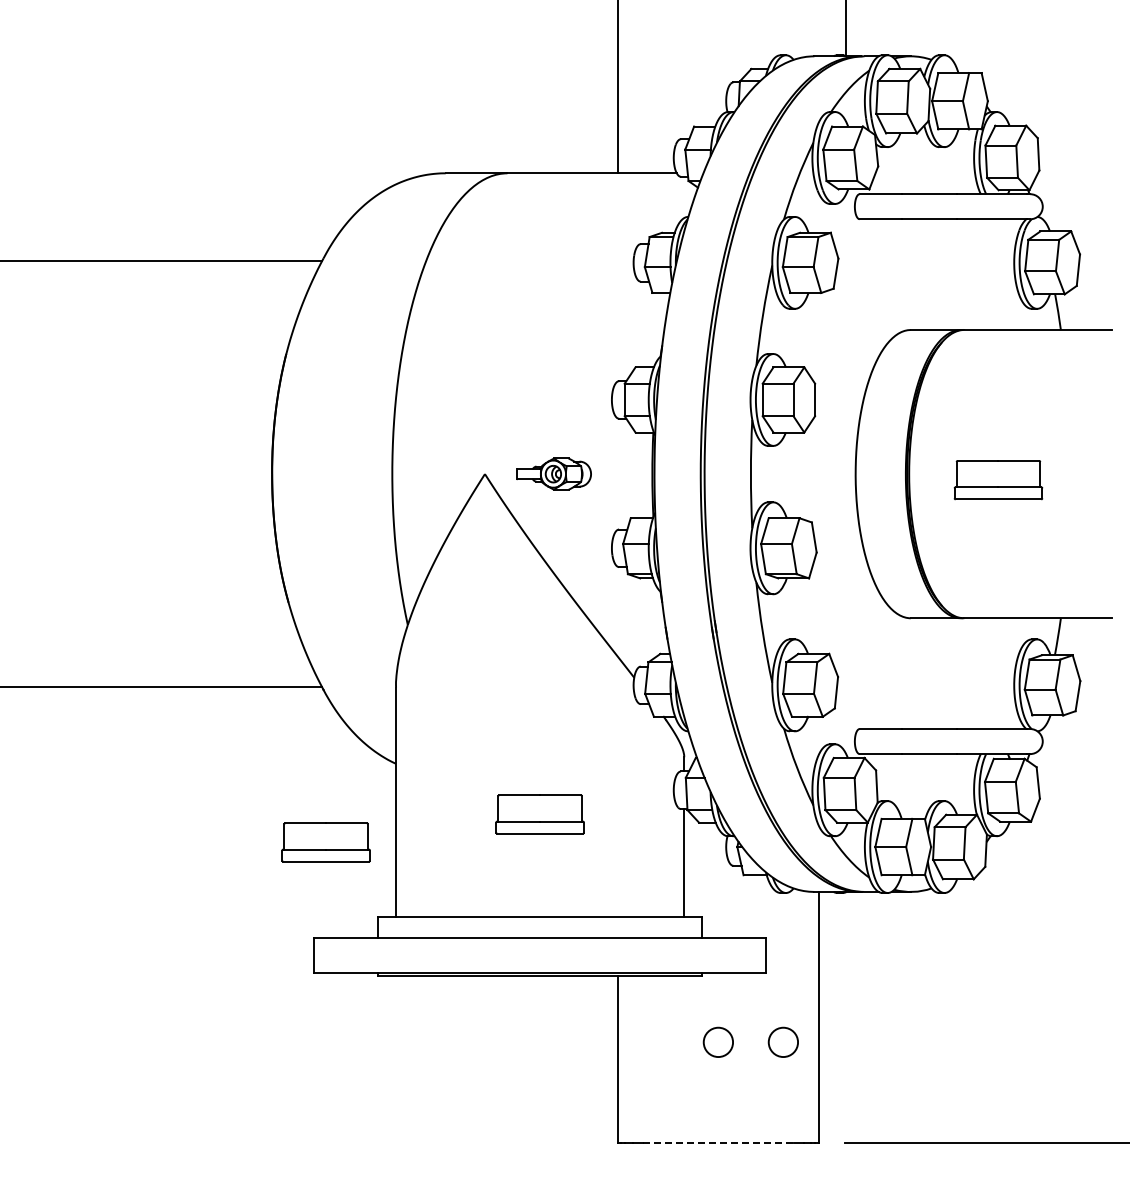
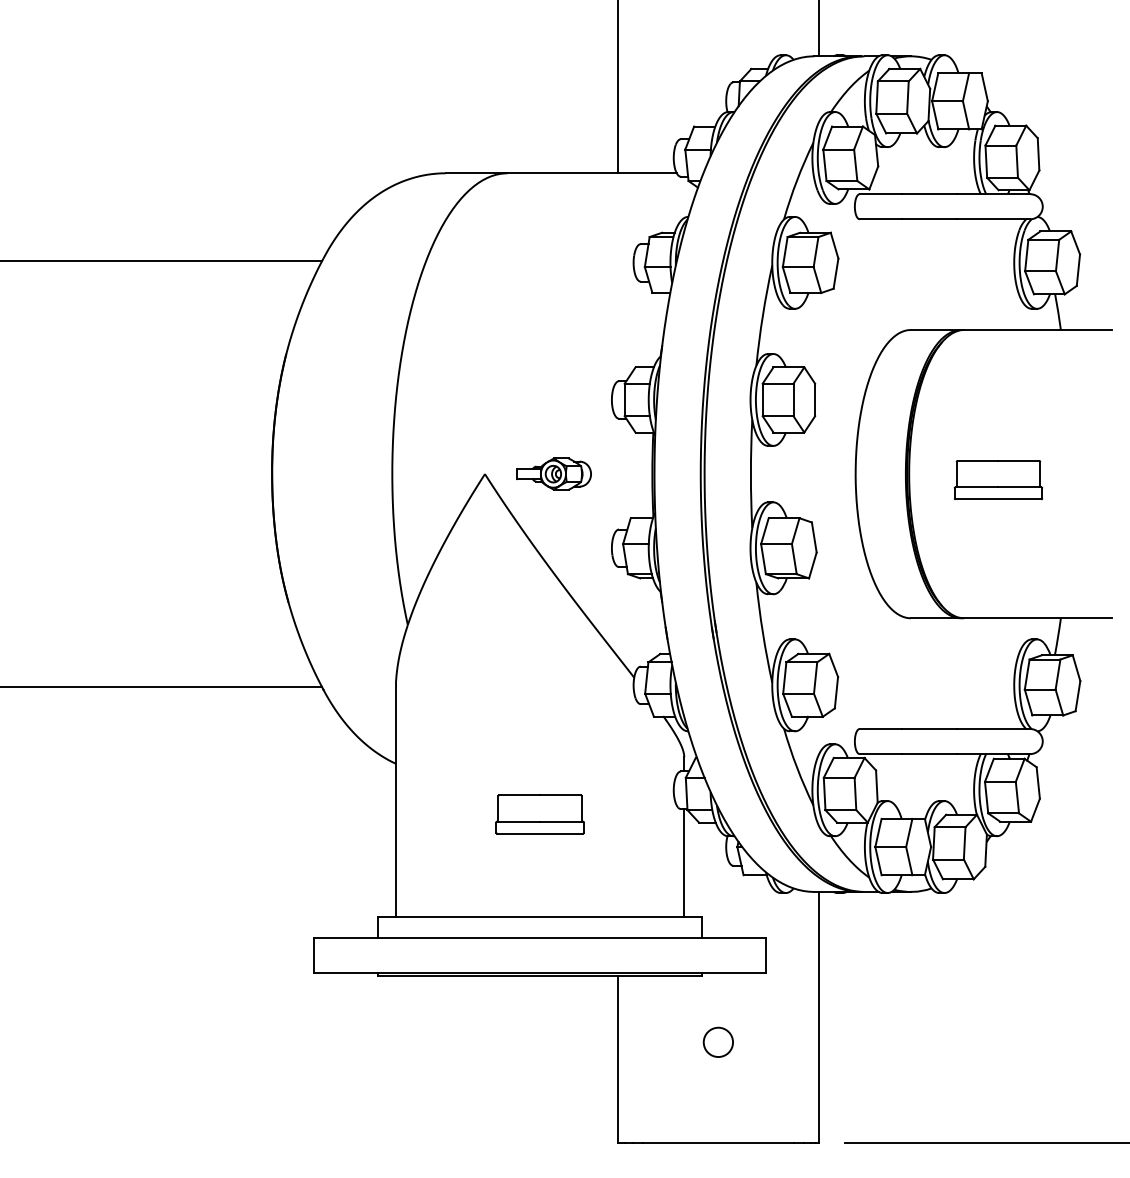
line at (845, 29) position: (845, 29) -> (818, 29)
part at (325, 842): present -> none
circle at (782, 1041): present -> none
line at (718, 1142): dashed -> solid
